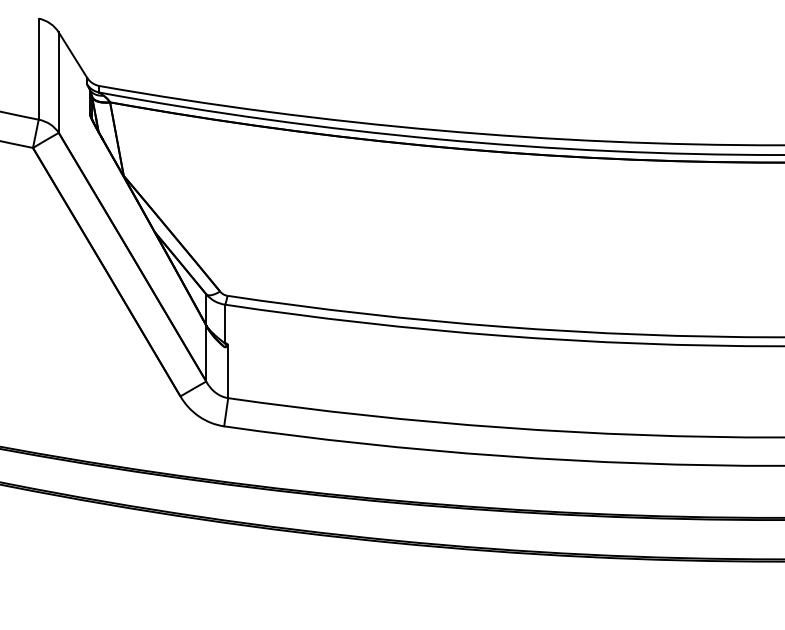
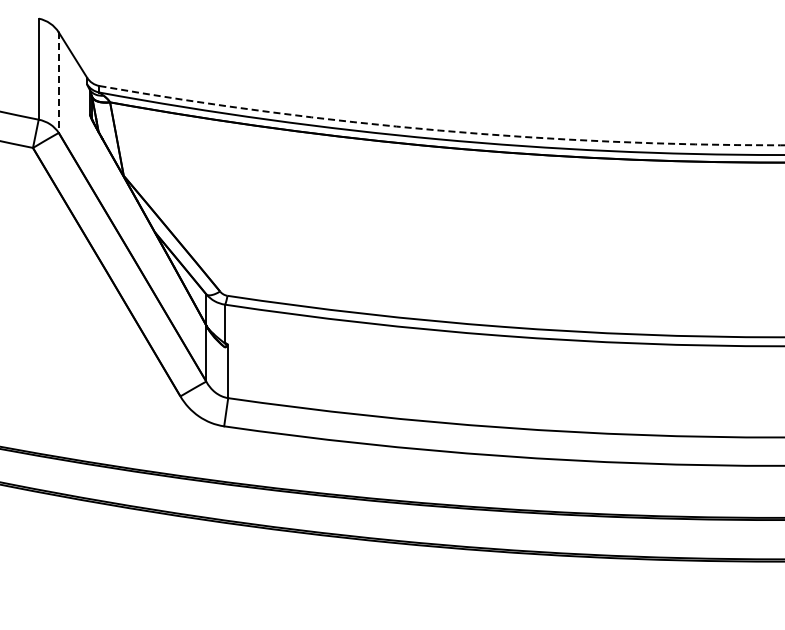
line at (58, 83): solid -> dashed
arc at (441, 130): solid -> dashed
